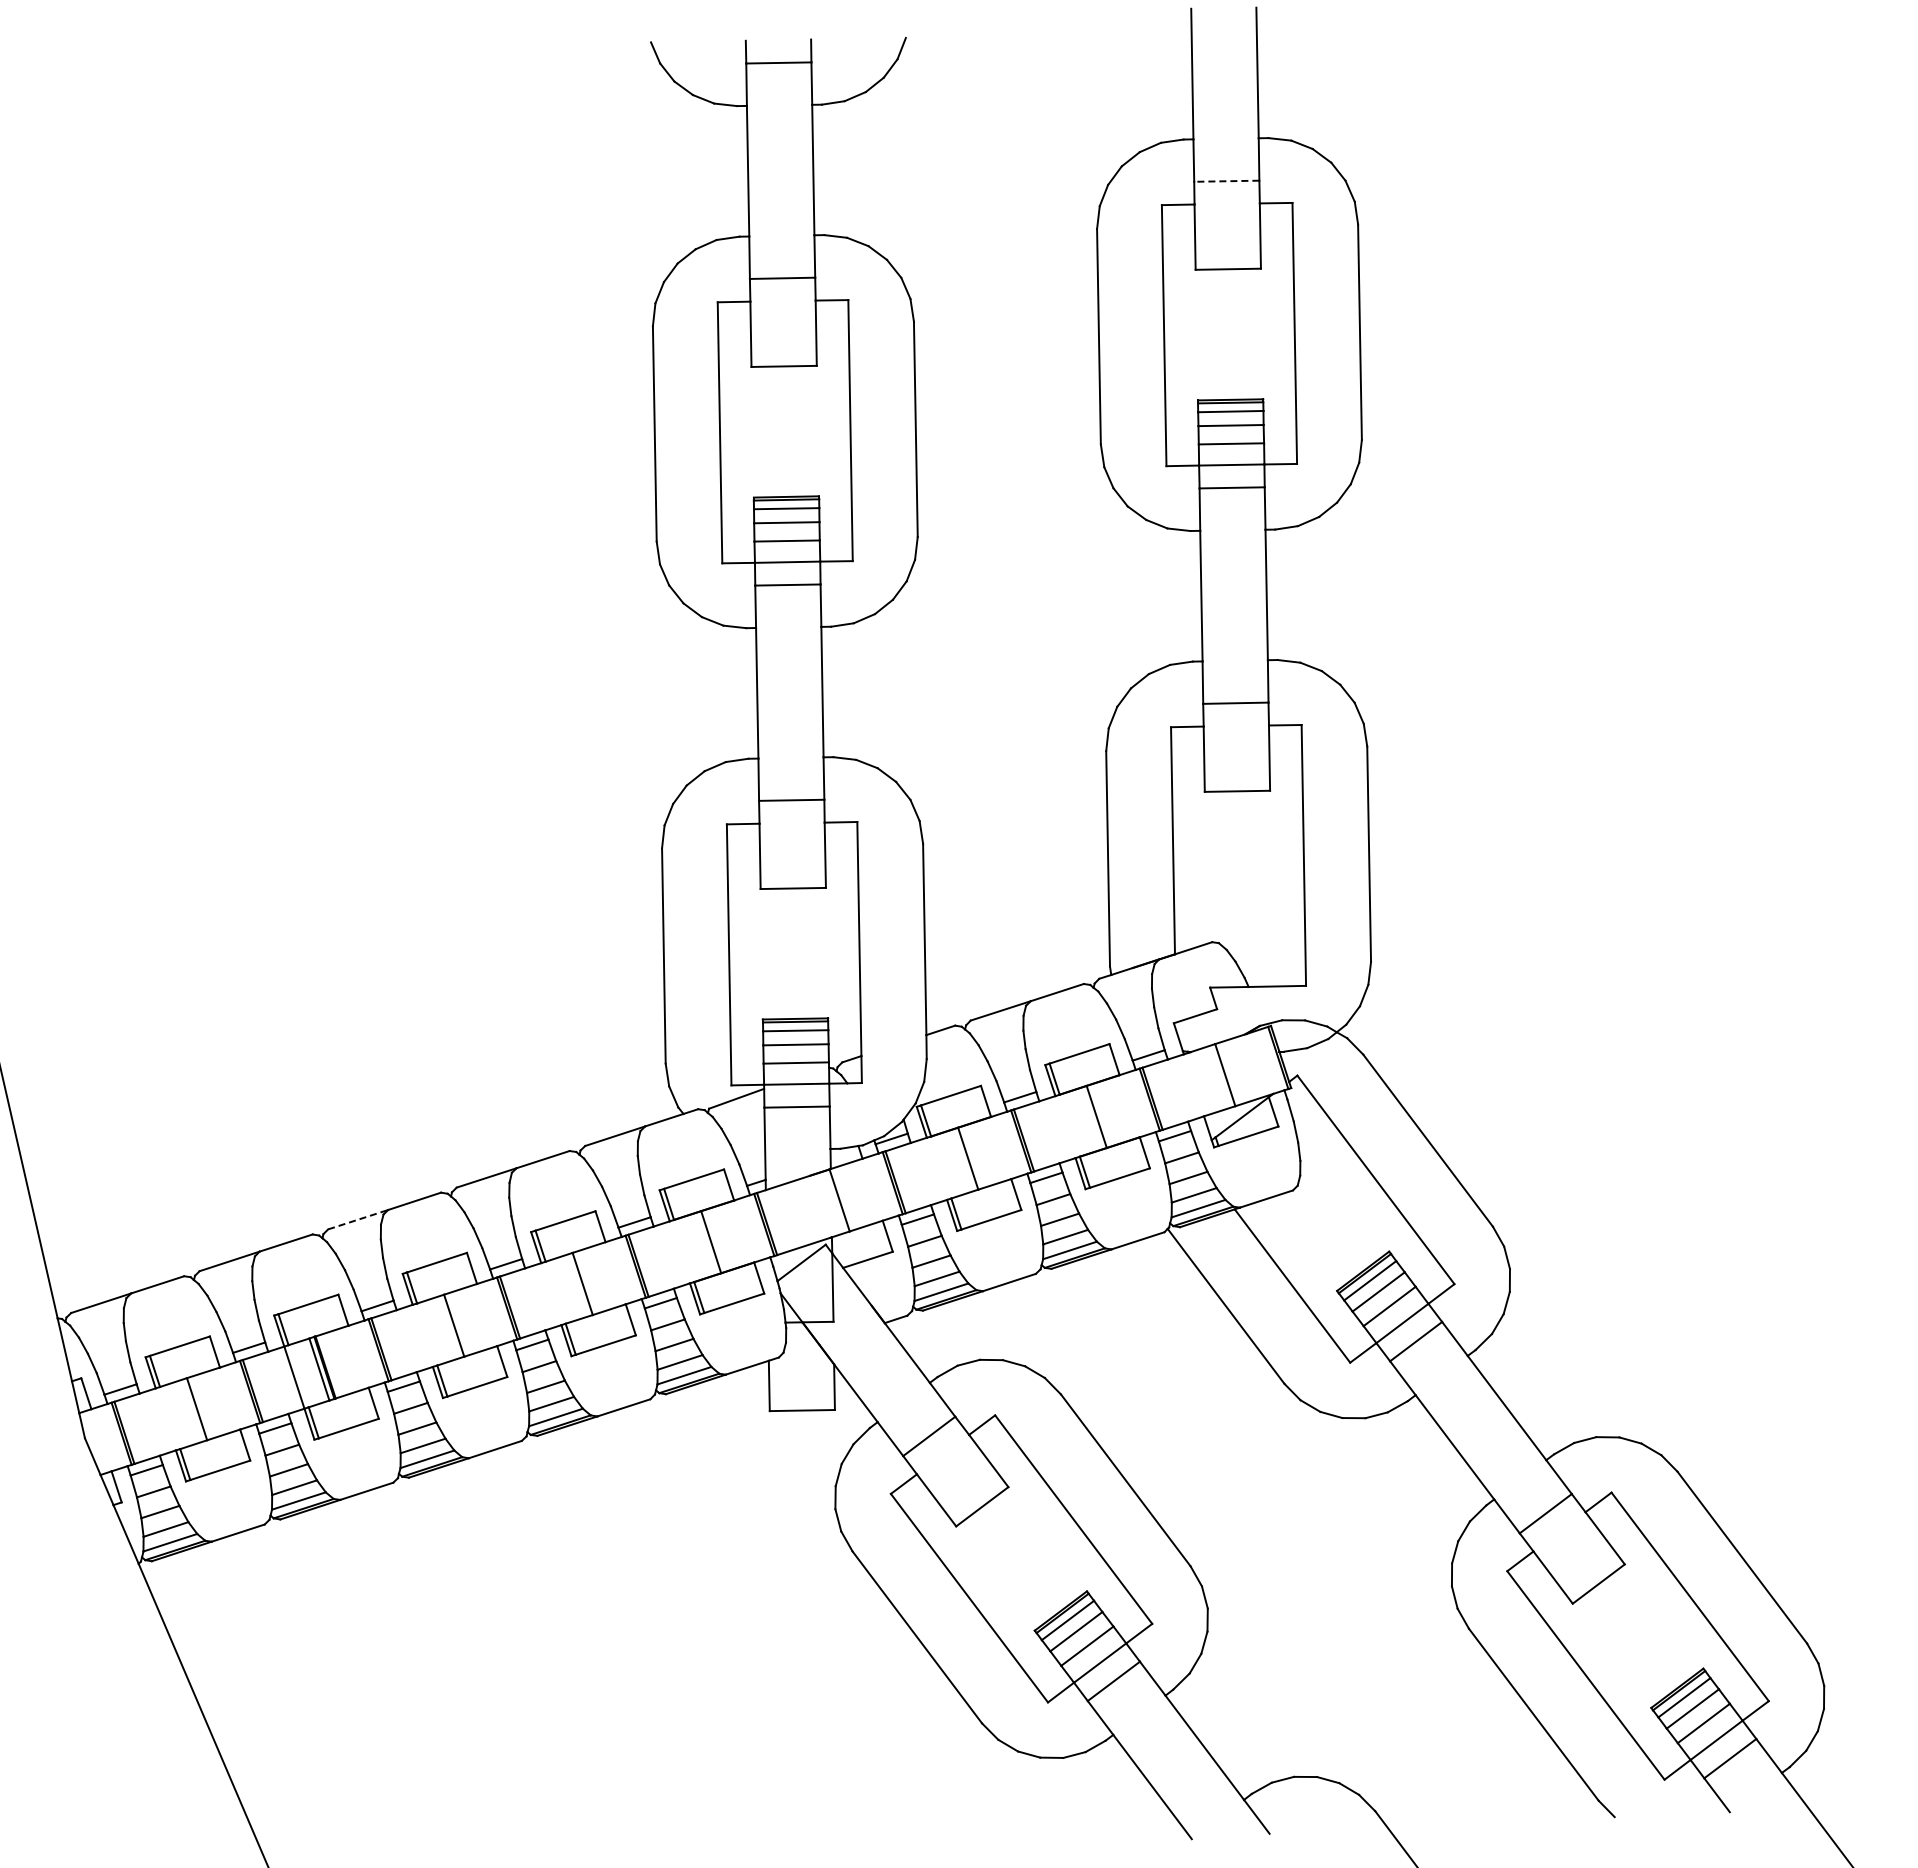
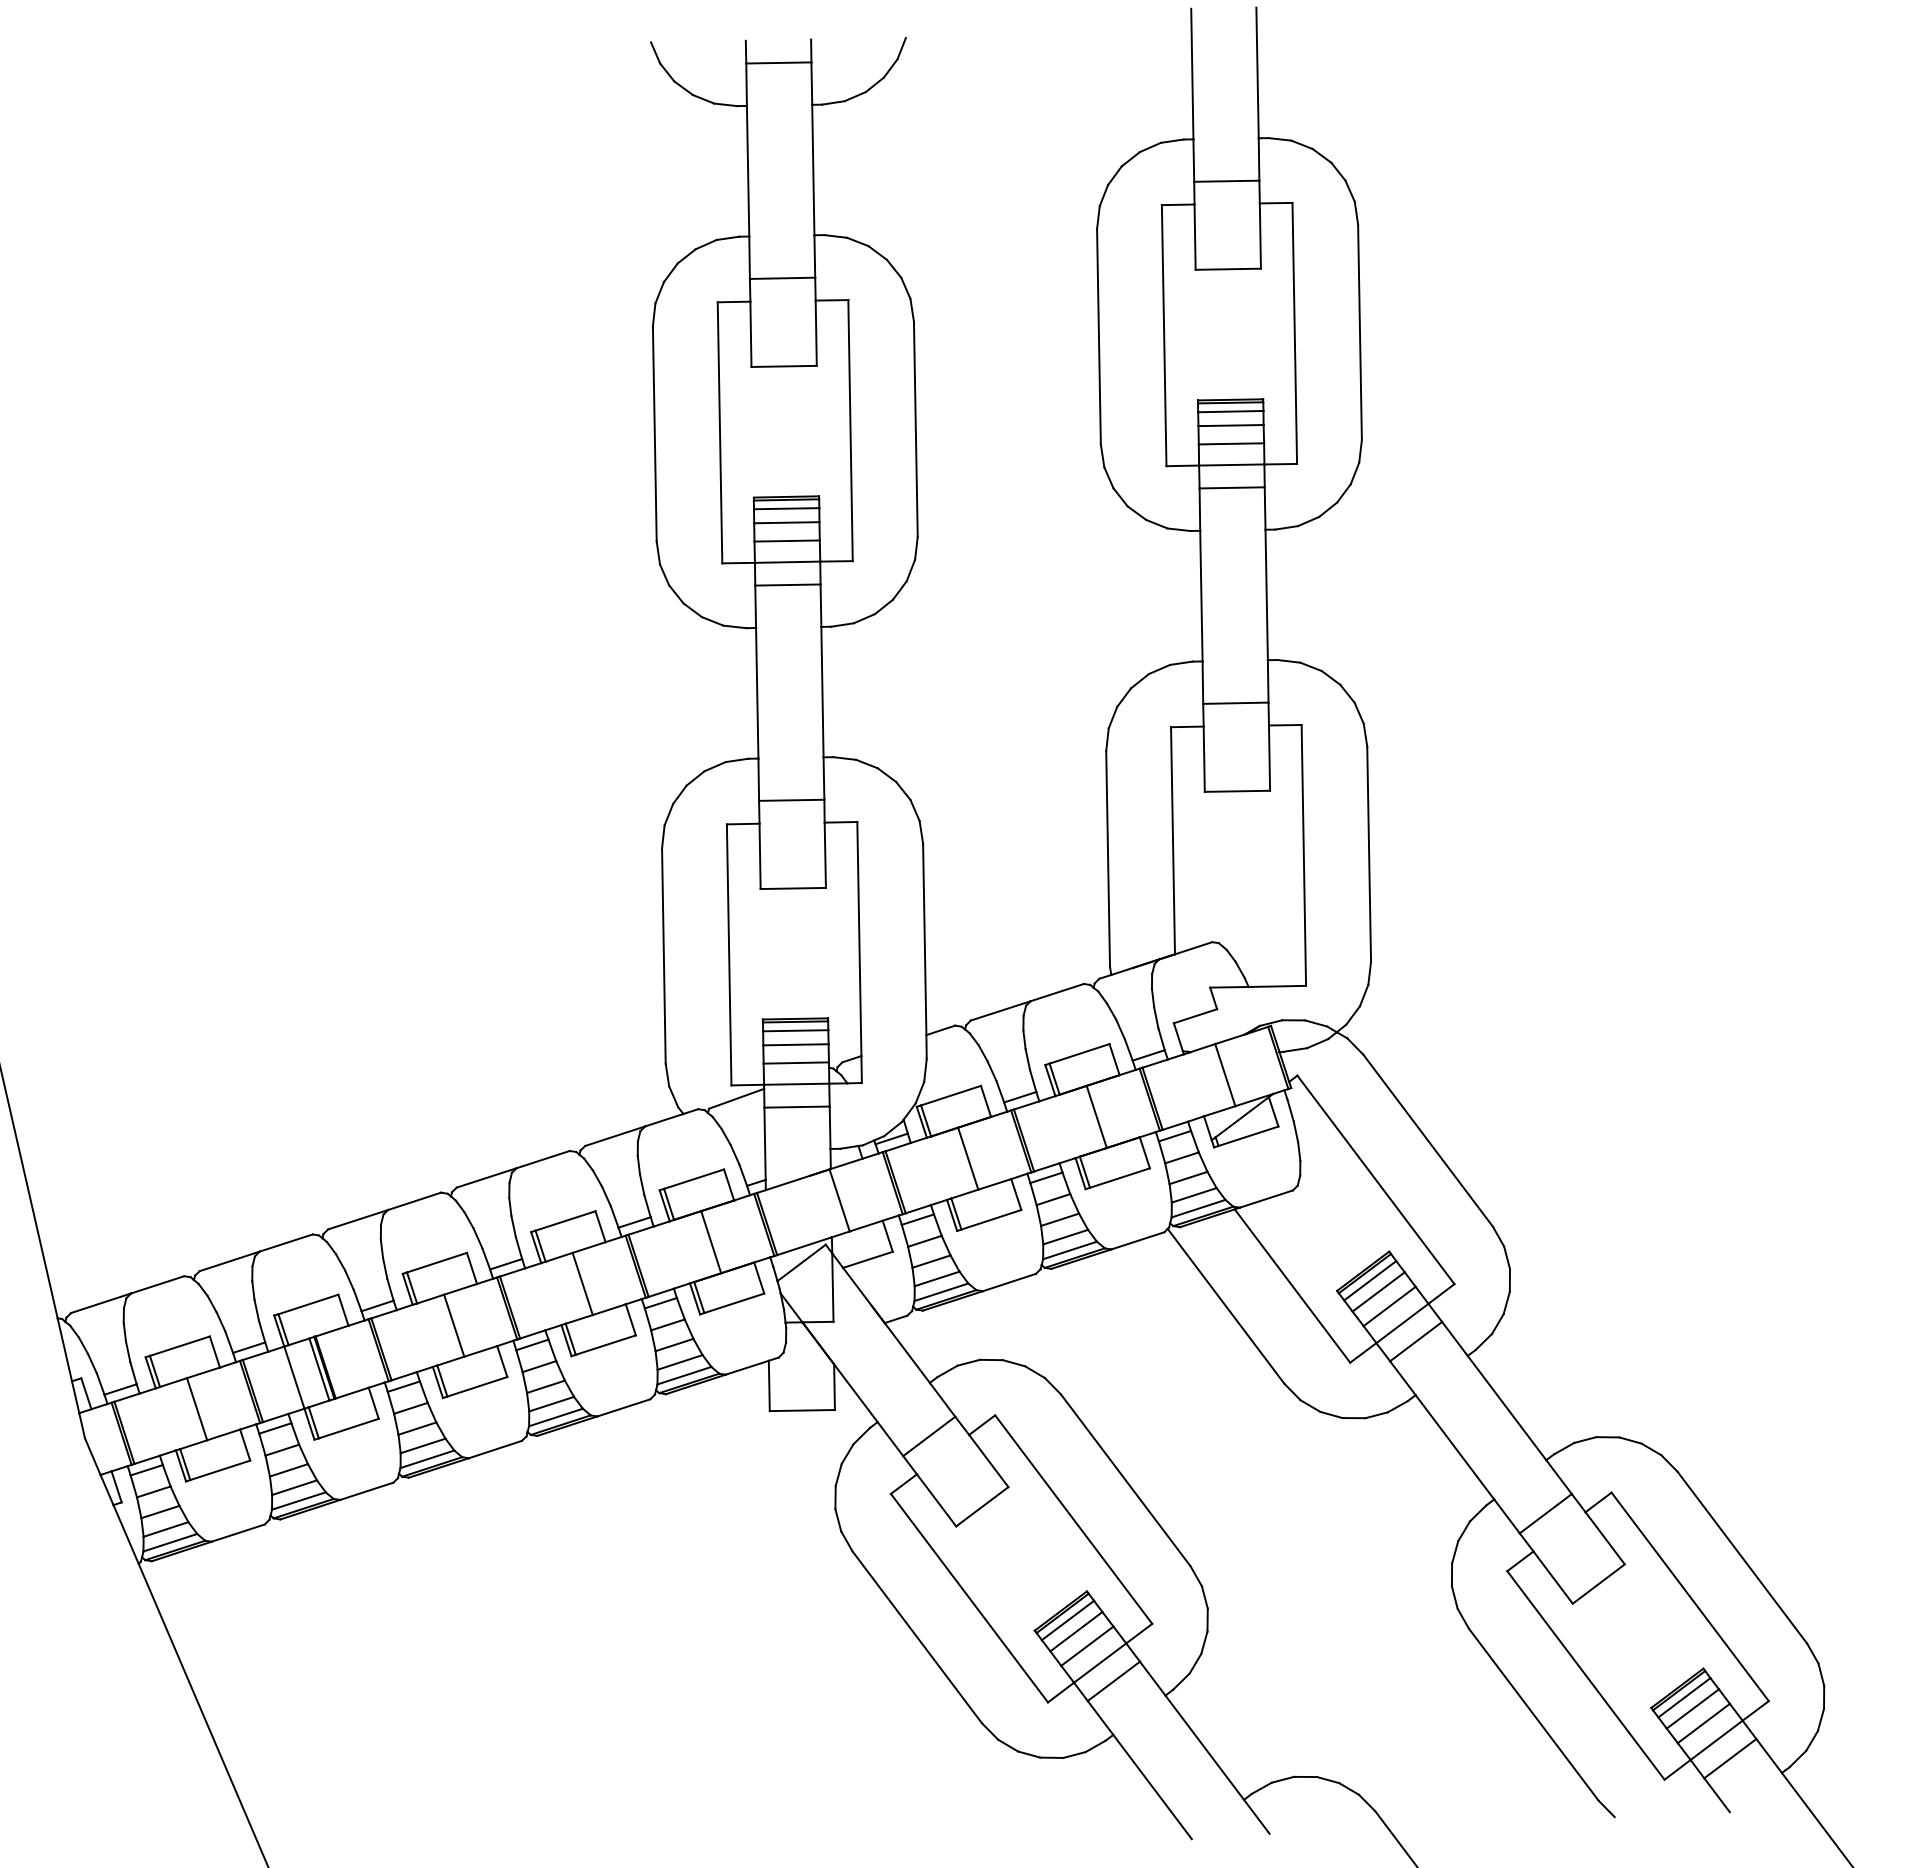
line at (1226, 181): dashed -> solid
line at (358, 1219): dashed -> solid
